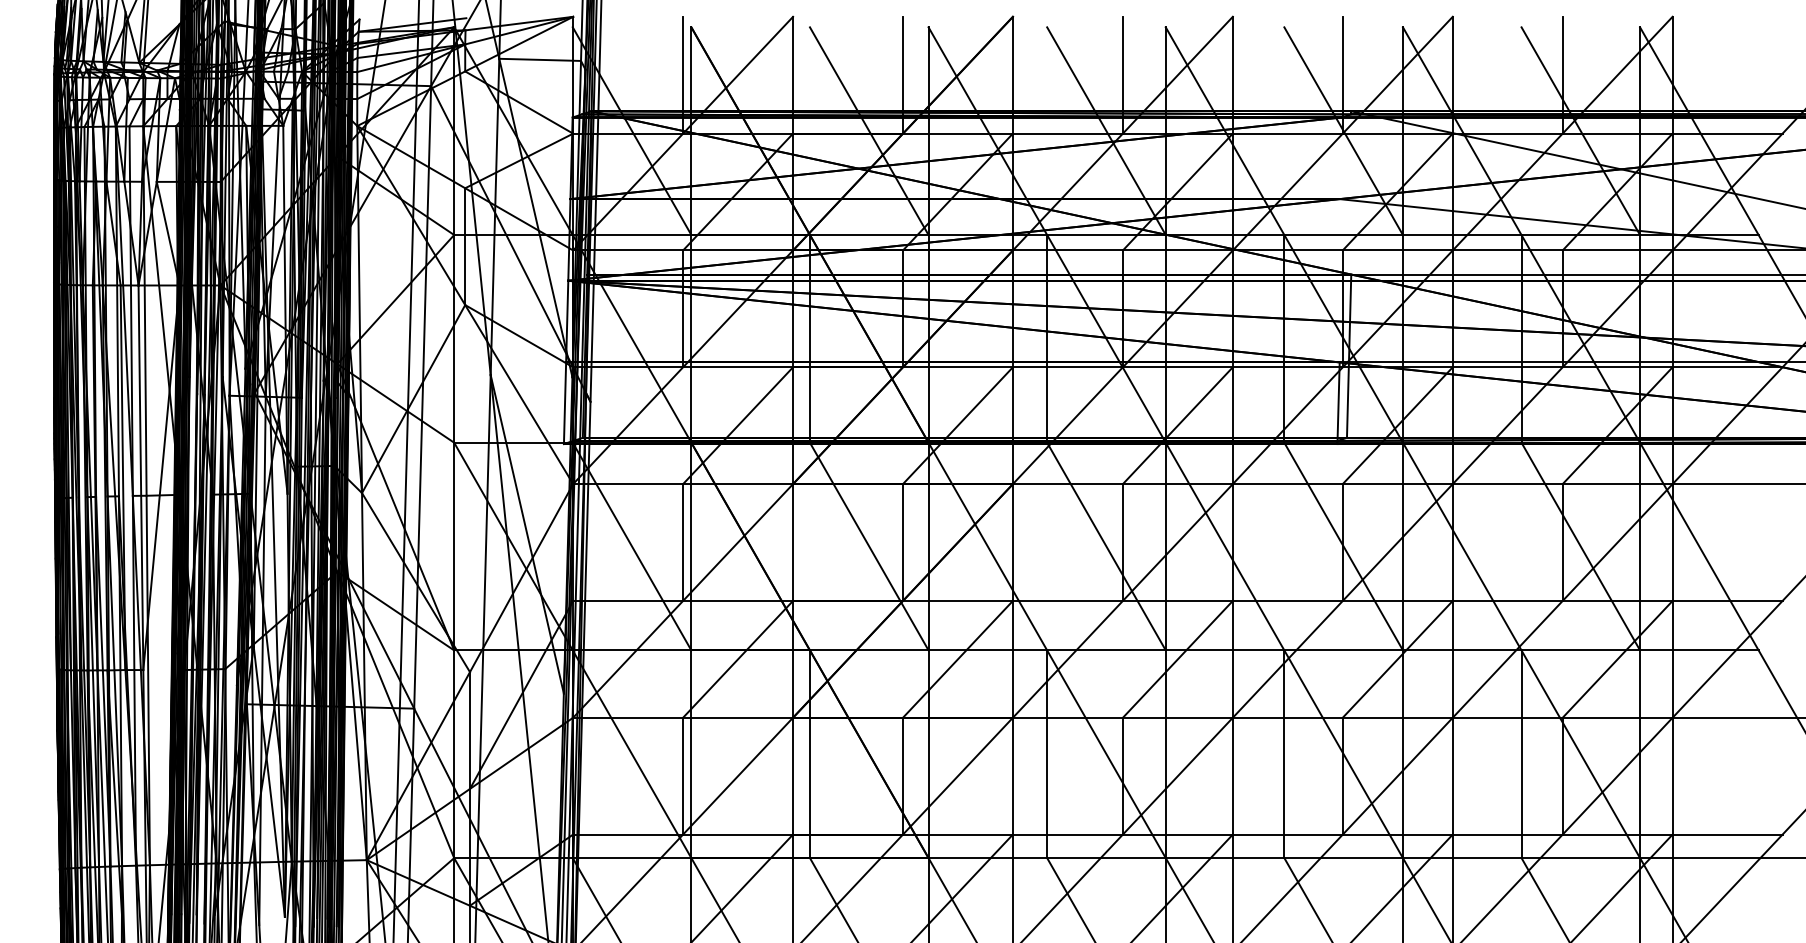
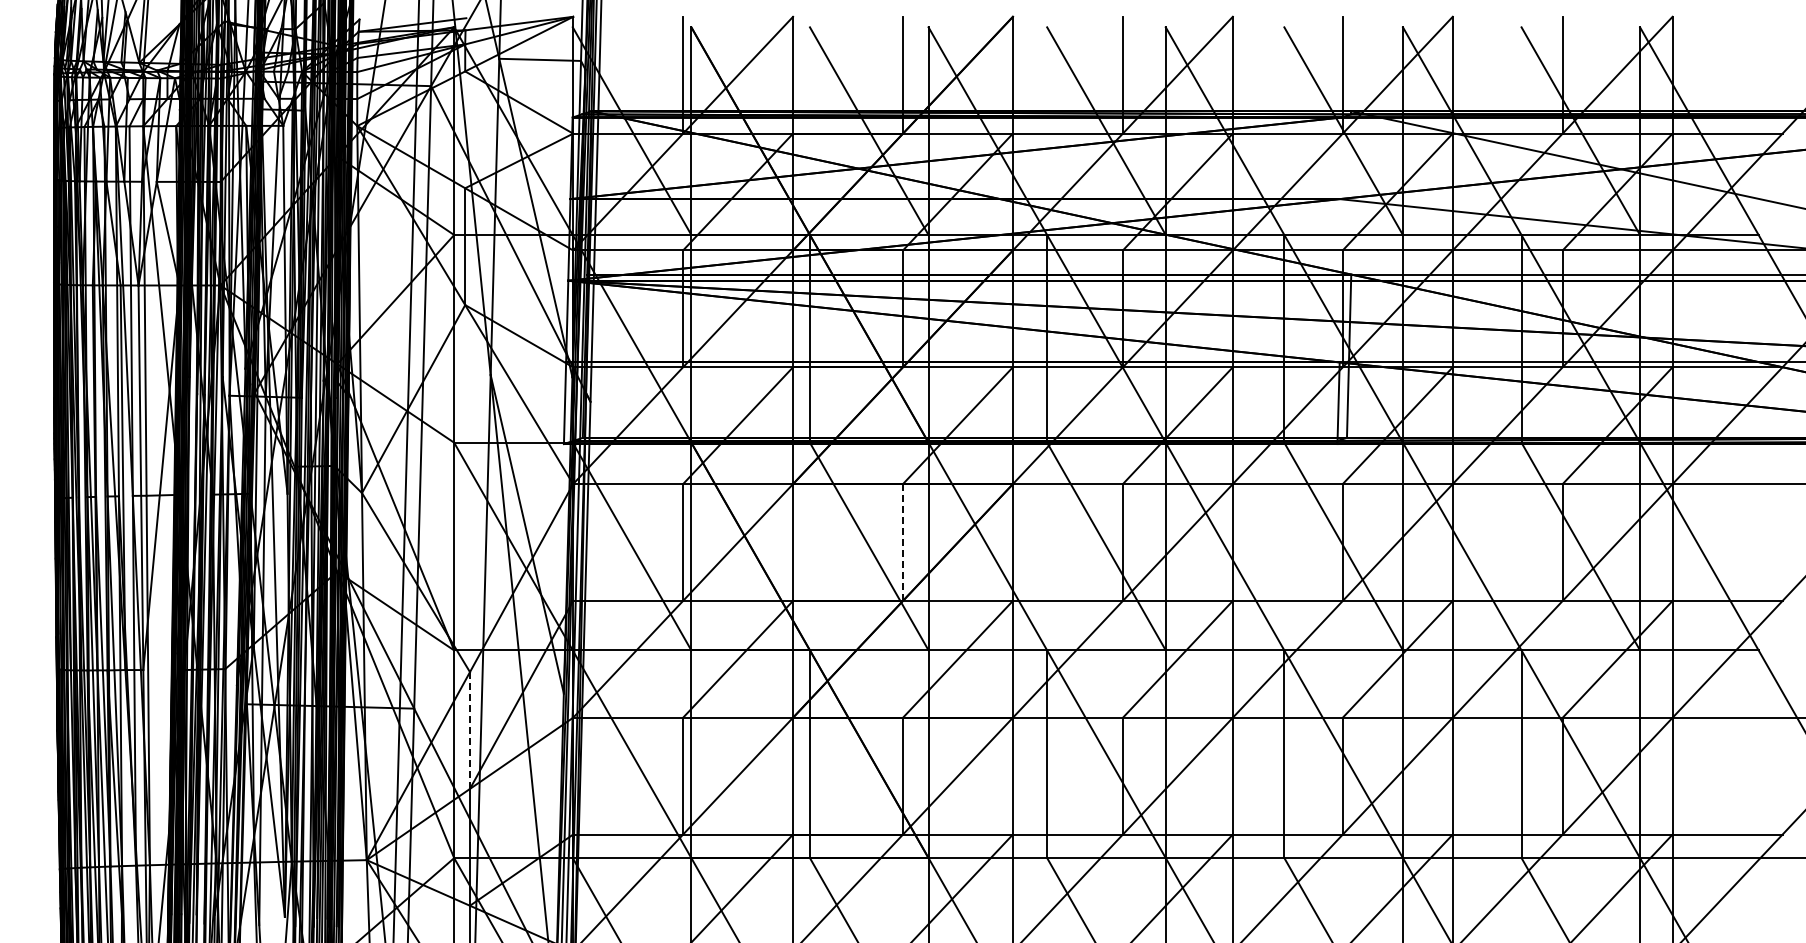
line at (903, 543): solid -> dashed
line at (469, 730): solid -> dashed
